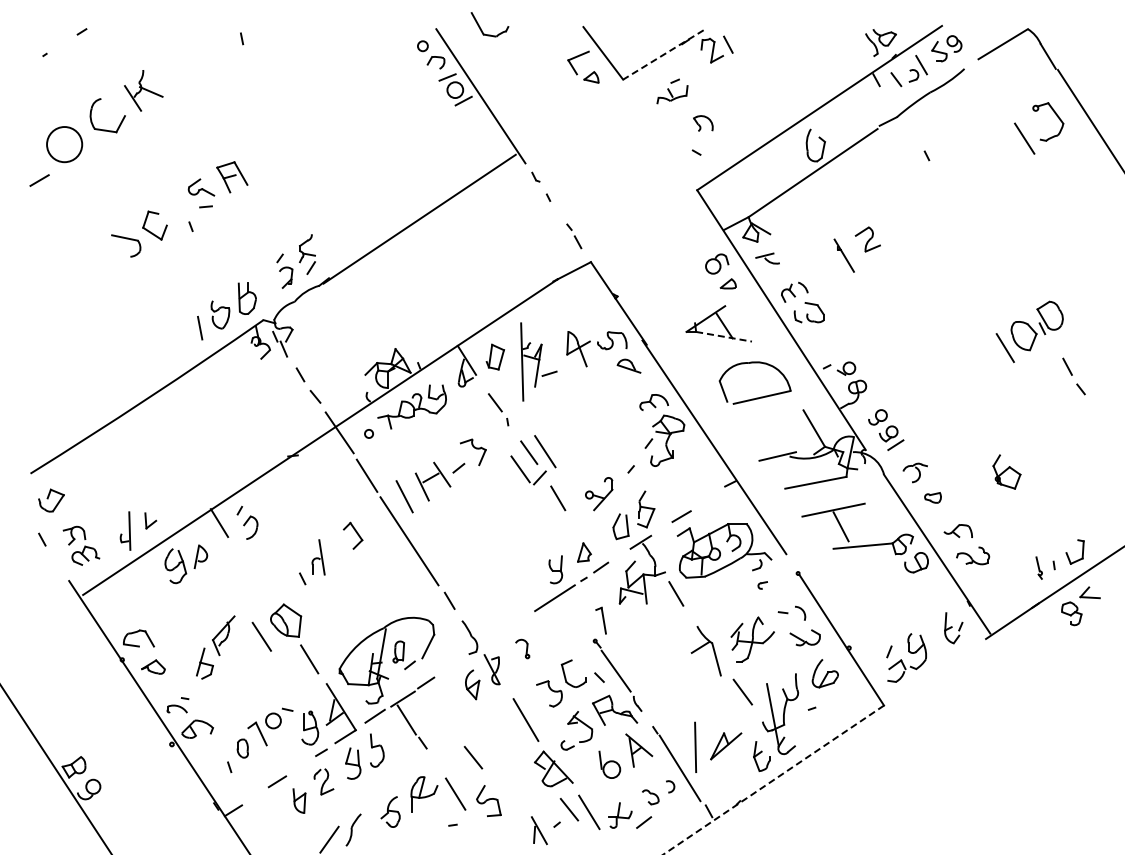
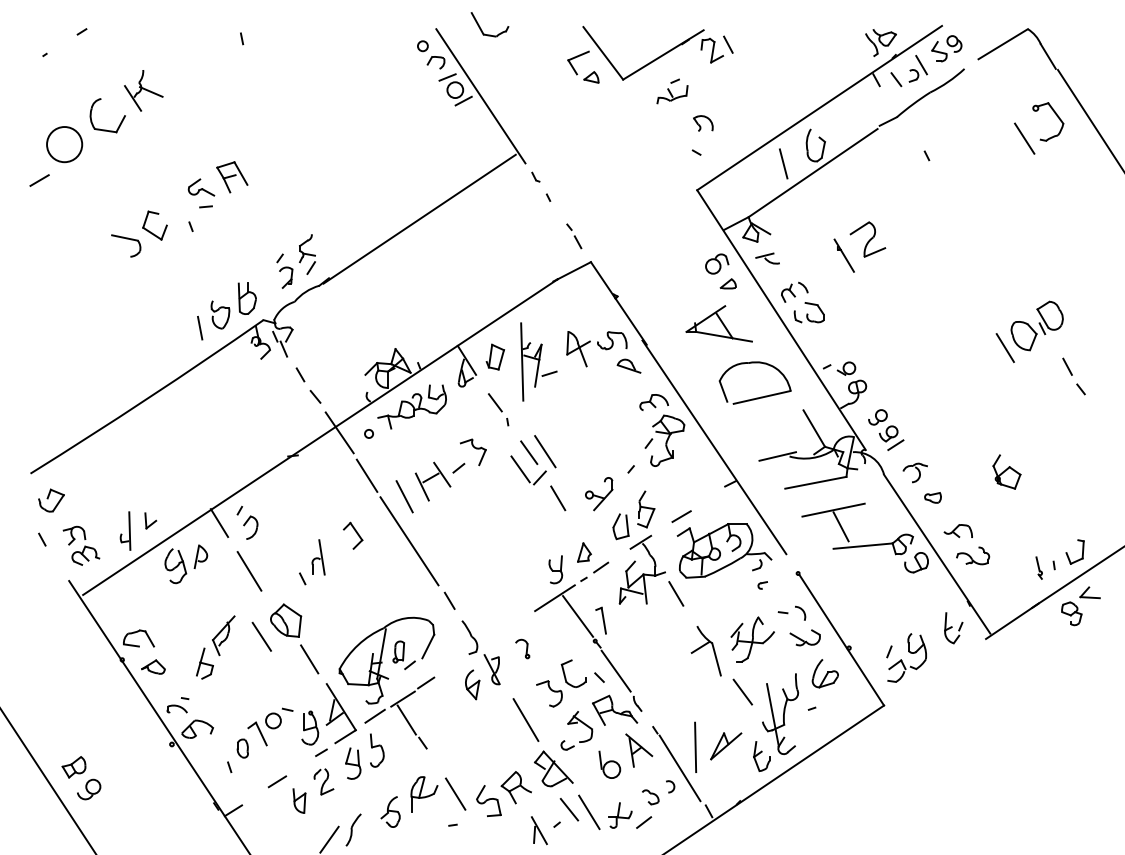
line at (662, 55): dashed -> solid
line at (783, 163): none -> present
part at (867, 239) size: 27x27 px -> 38x37 px
line at (724, 336): dashed -> solid
line at (249, 571): none -> present
line at (578, 616): none -> present
line at (473, 757): present -> none
line at (55, 769) position: (55, 769) -> (48, 781)
line at (773, 780): dashed -> solid
part at (515, 787): none -> present
